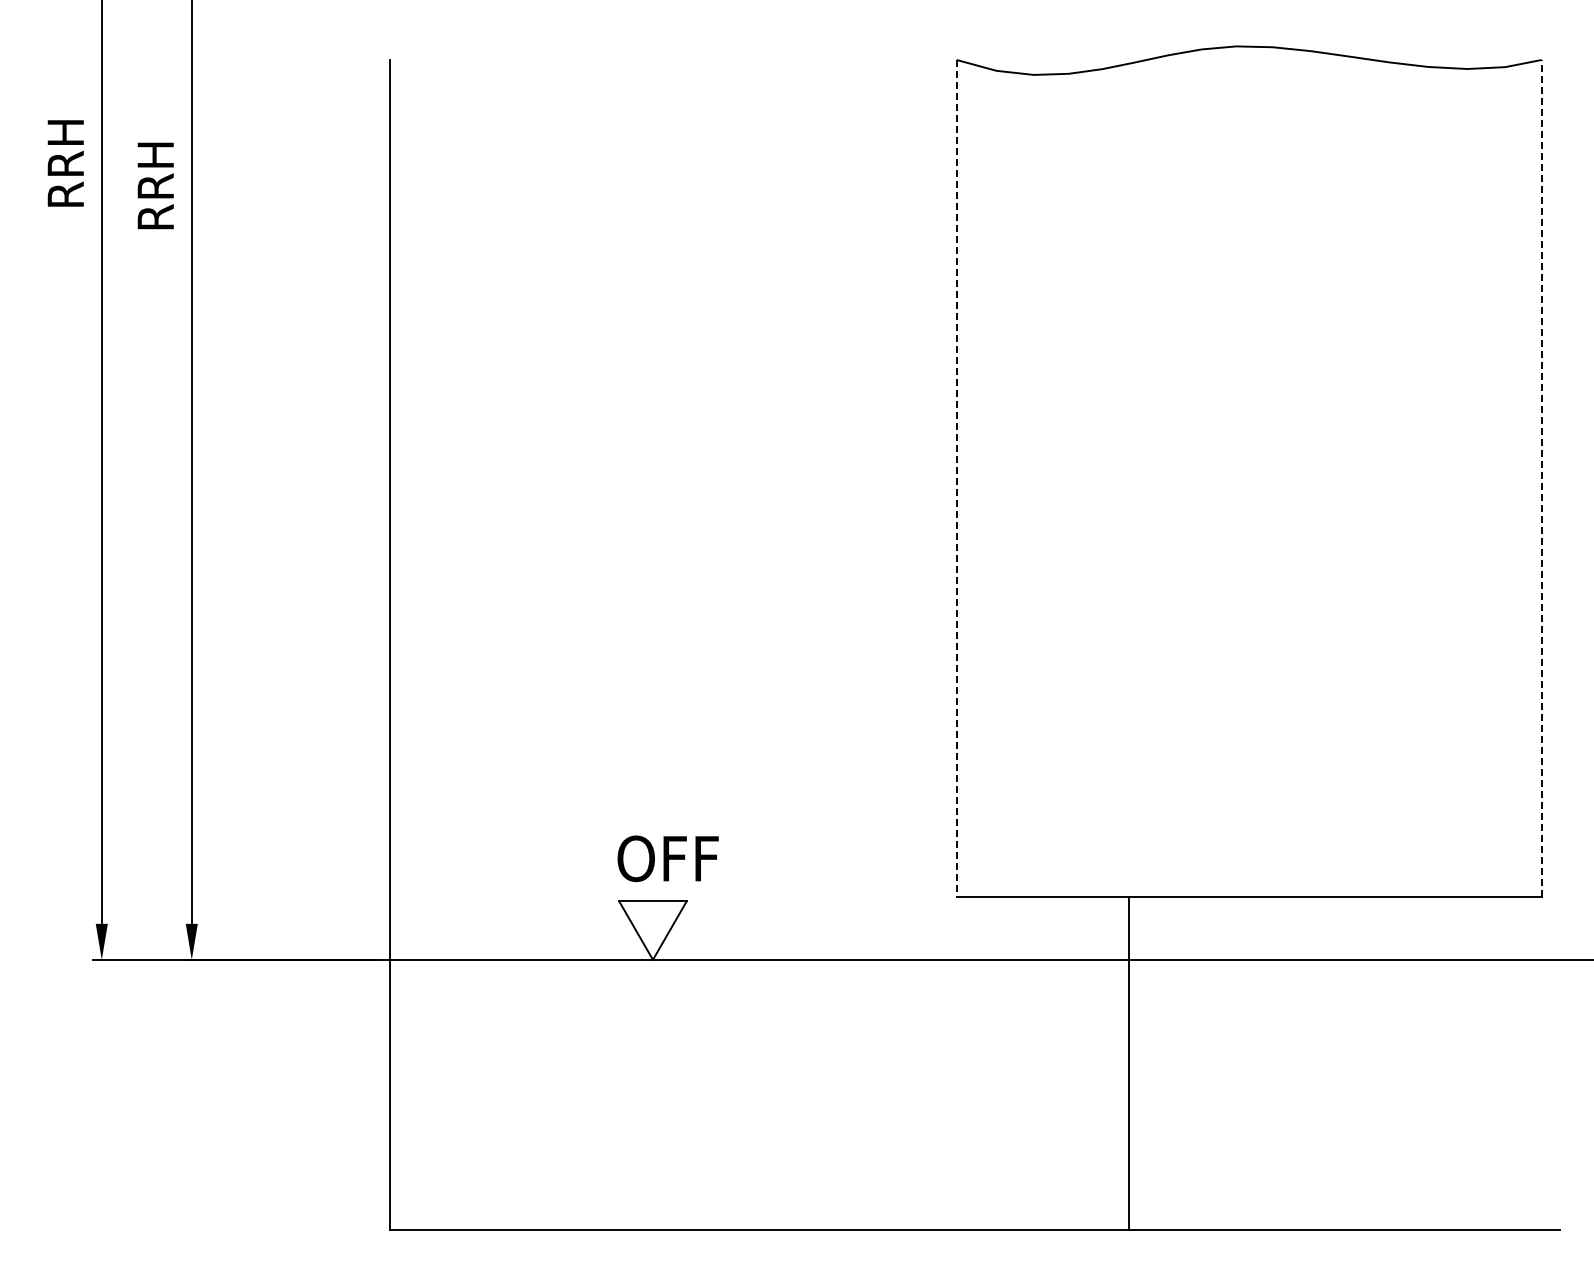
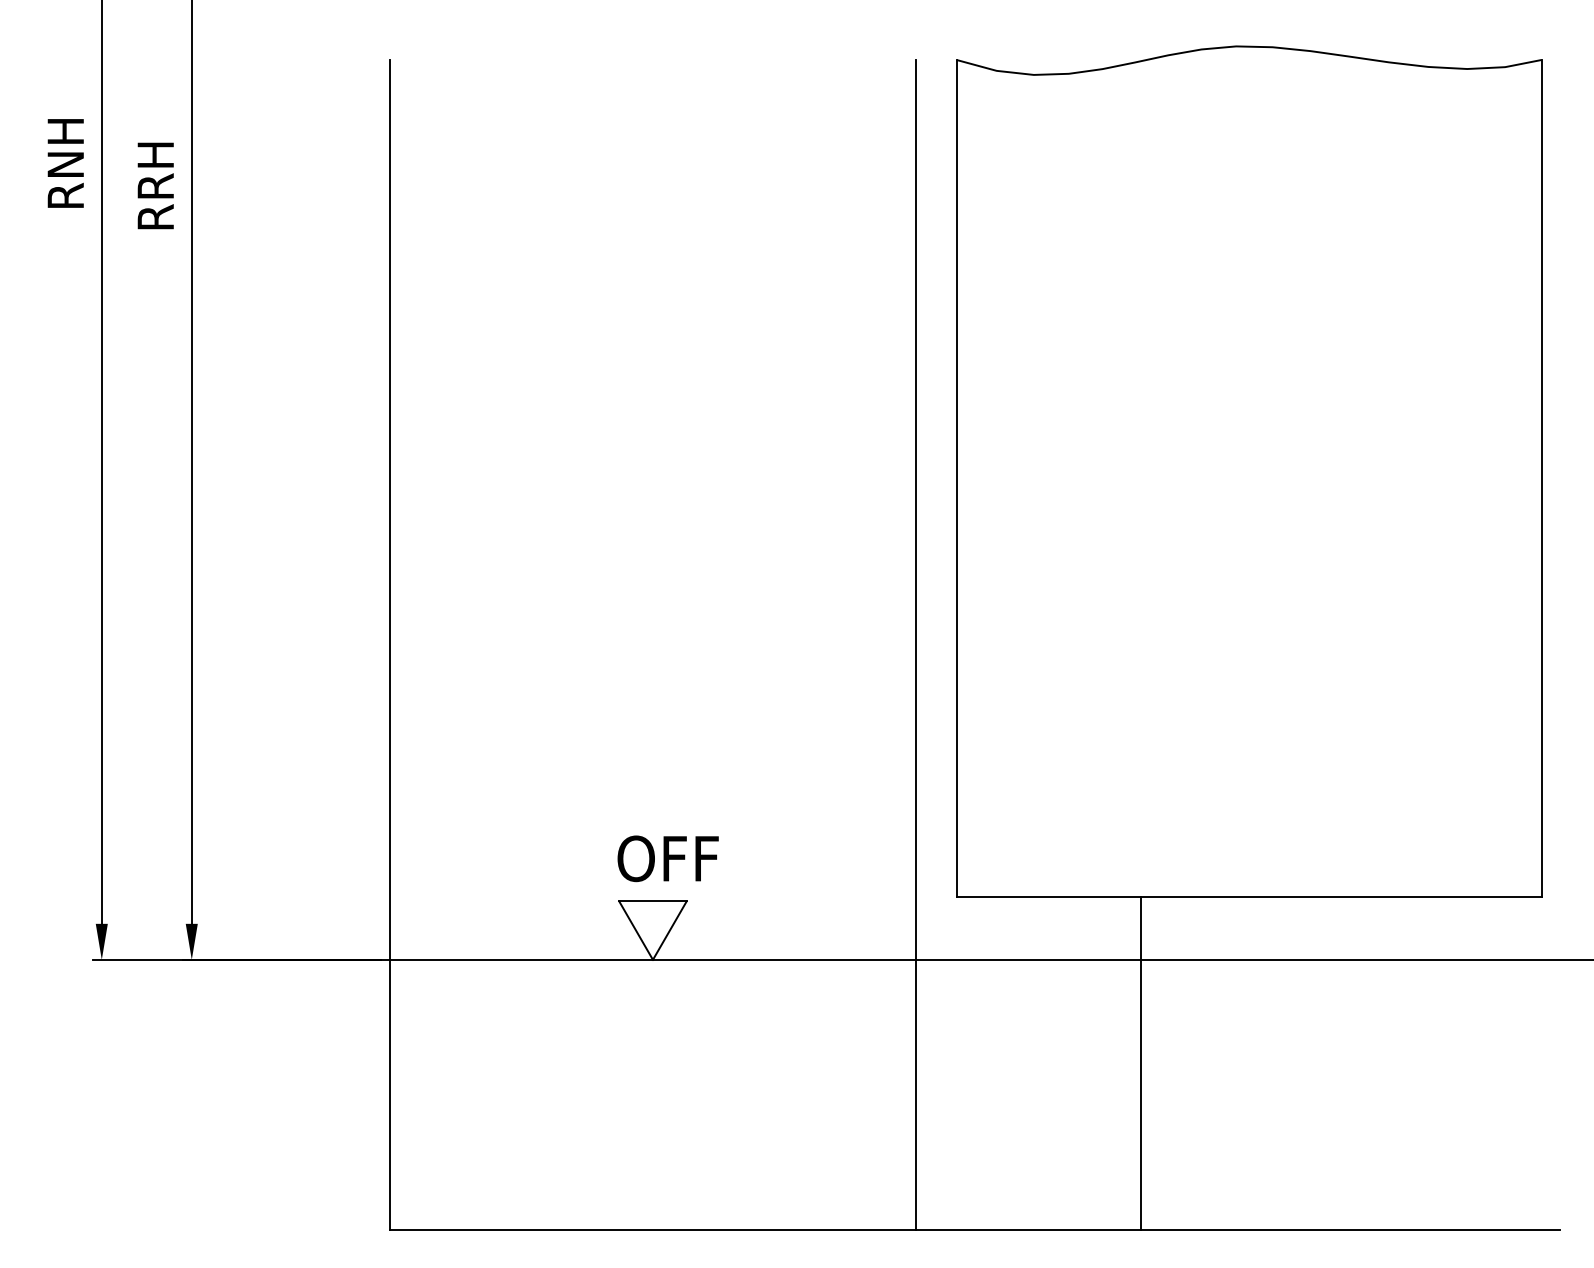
text at (65, 163): RRH -> RNH
line at (1541, 477): dashed -> solid
line at (956, 478): dashed -> solid
line at (916, 644): none -> present
line at (1129, 1062) position: (1129, 1062) -> (1141, 1062)
